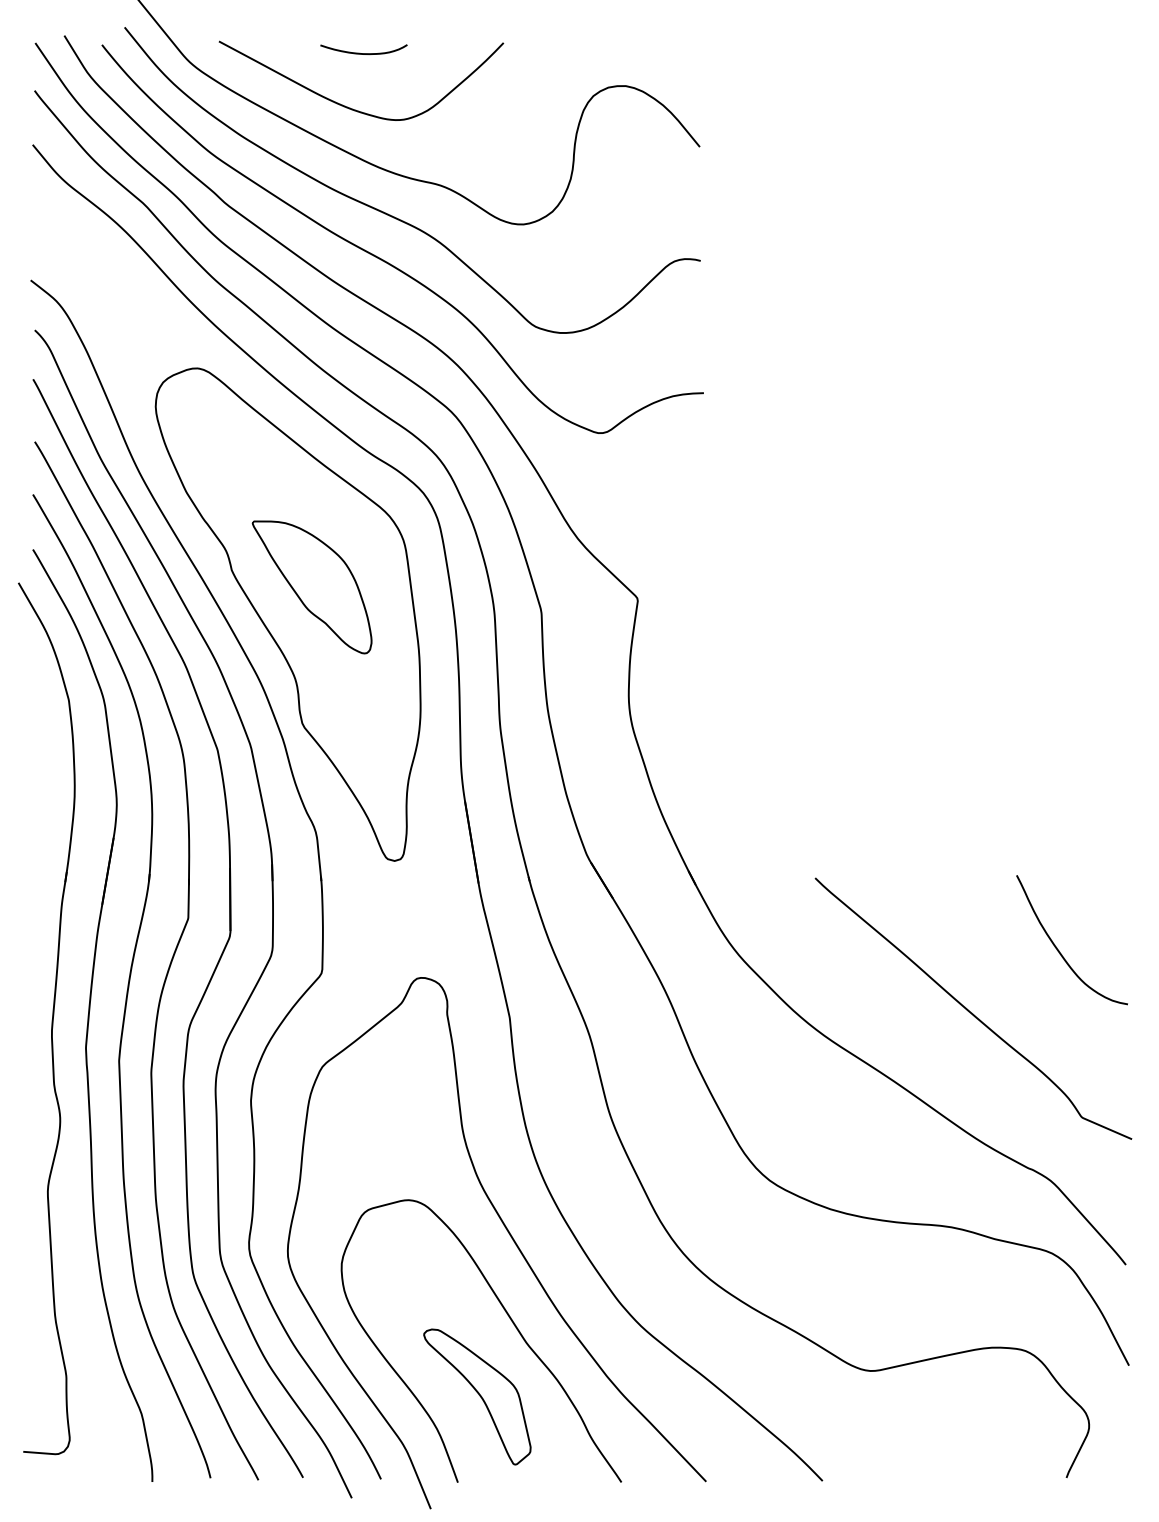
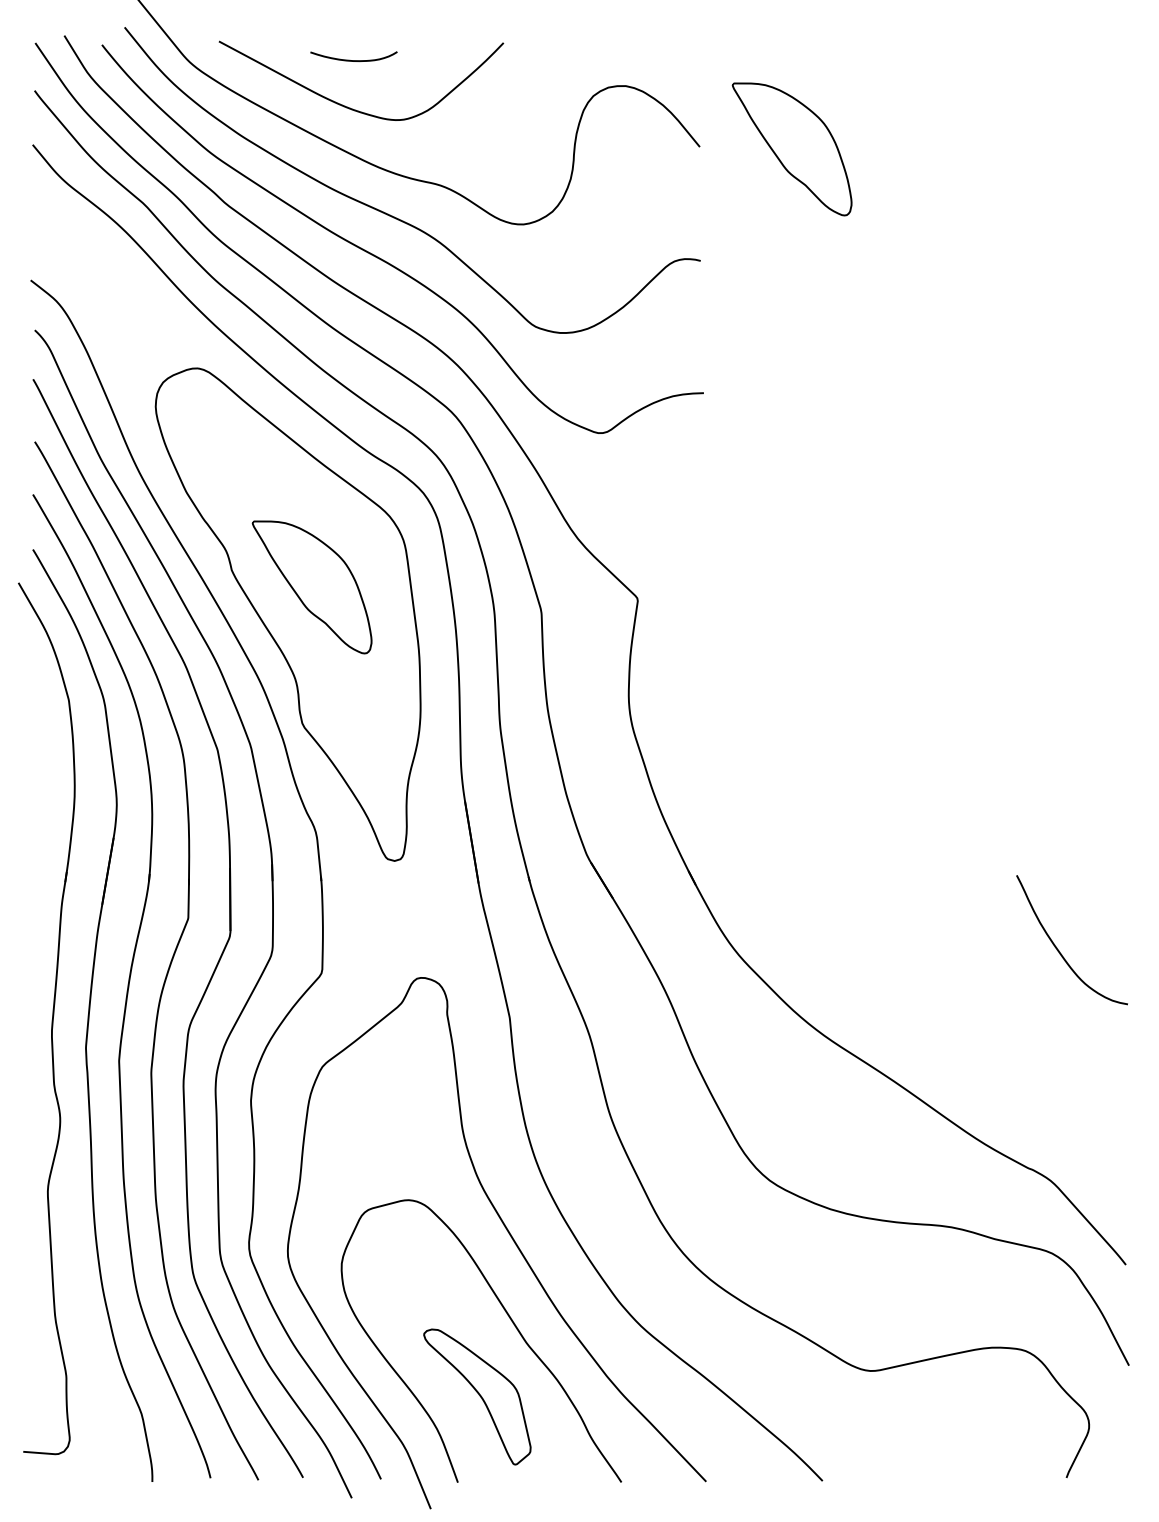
curve at (363, 53) position: (363, 53) -> (353, 60)
part at (791, 149): none -> present
curve at (970, 1011): present -> none
